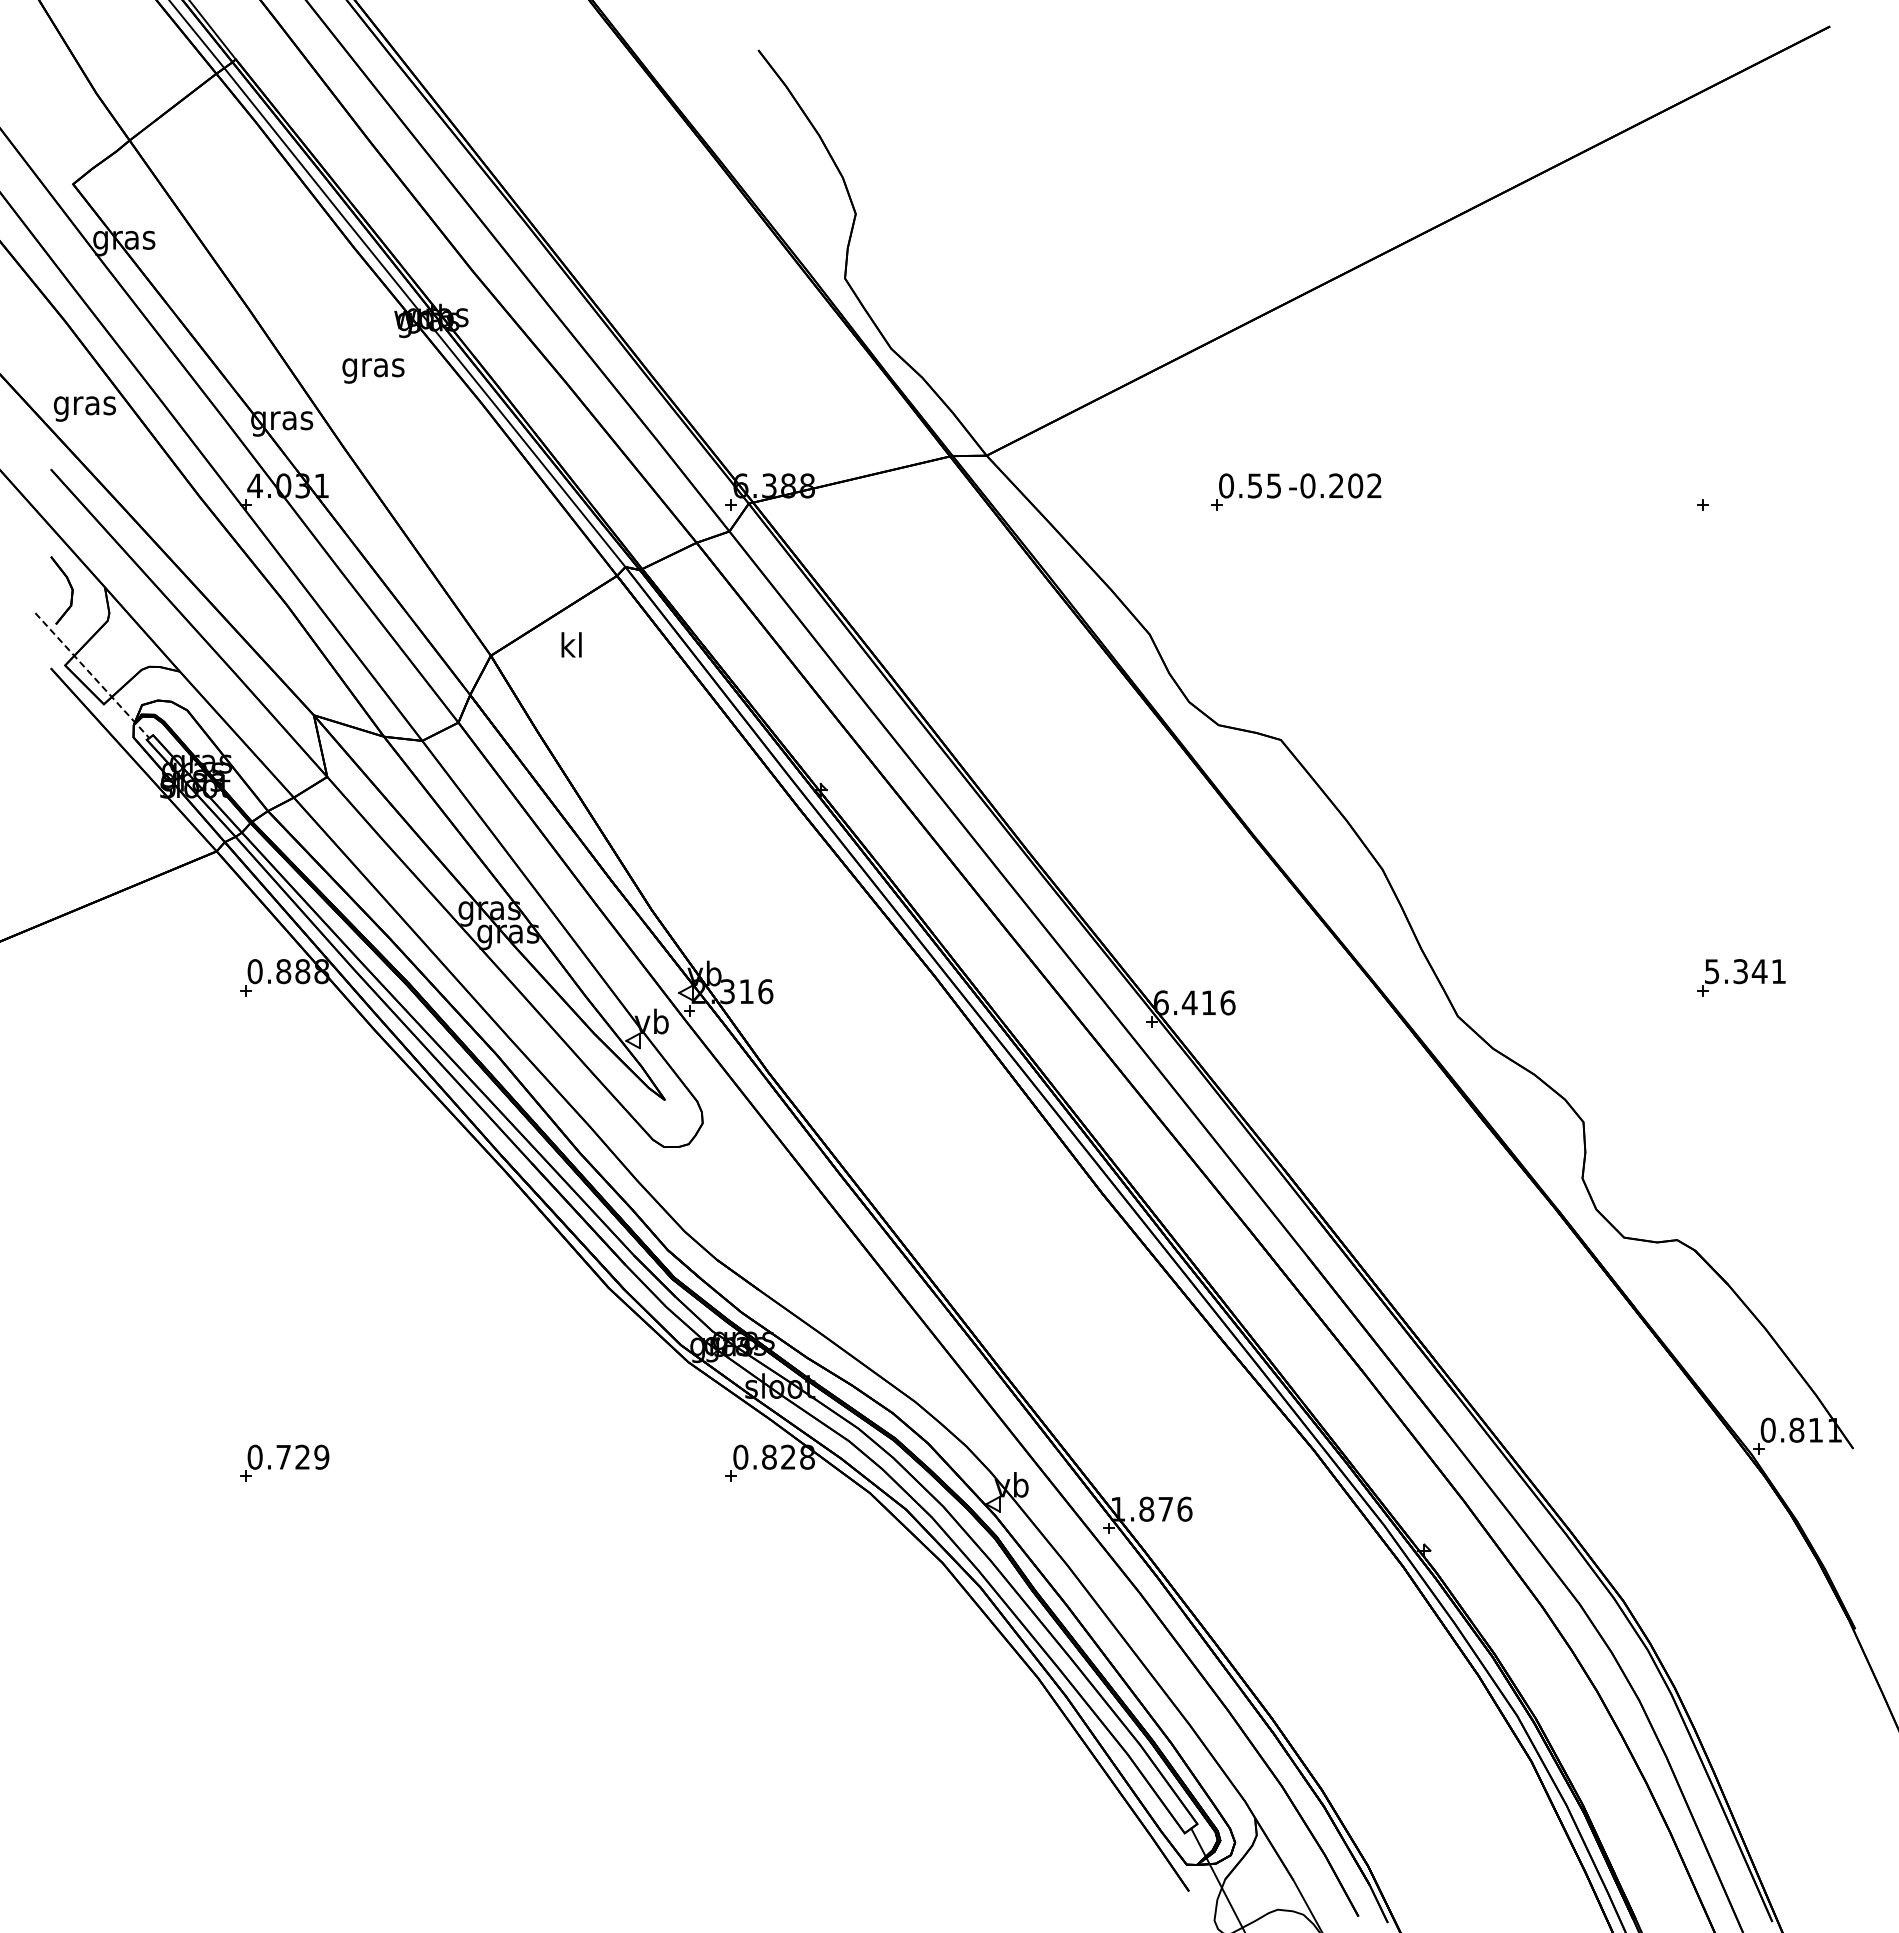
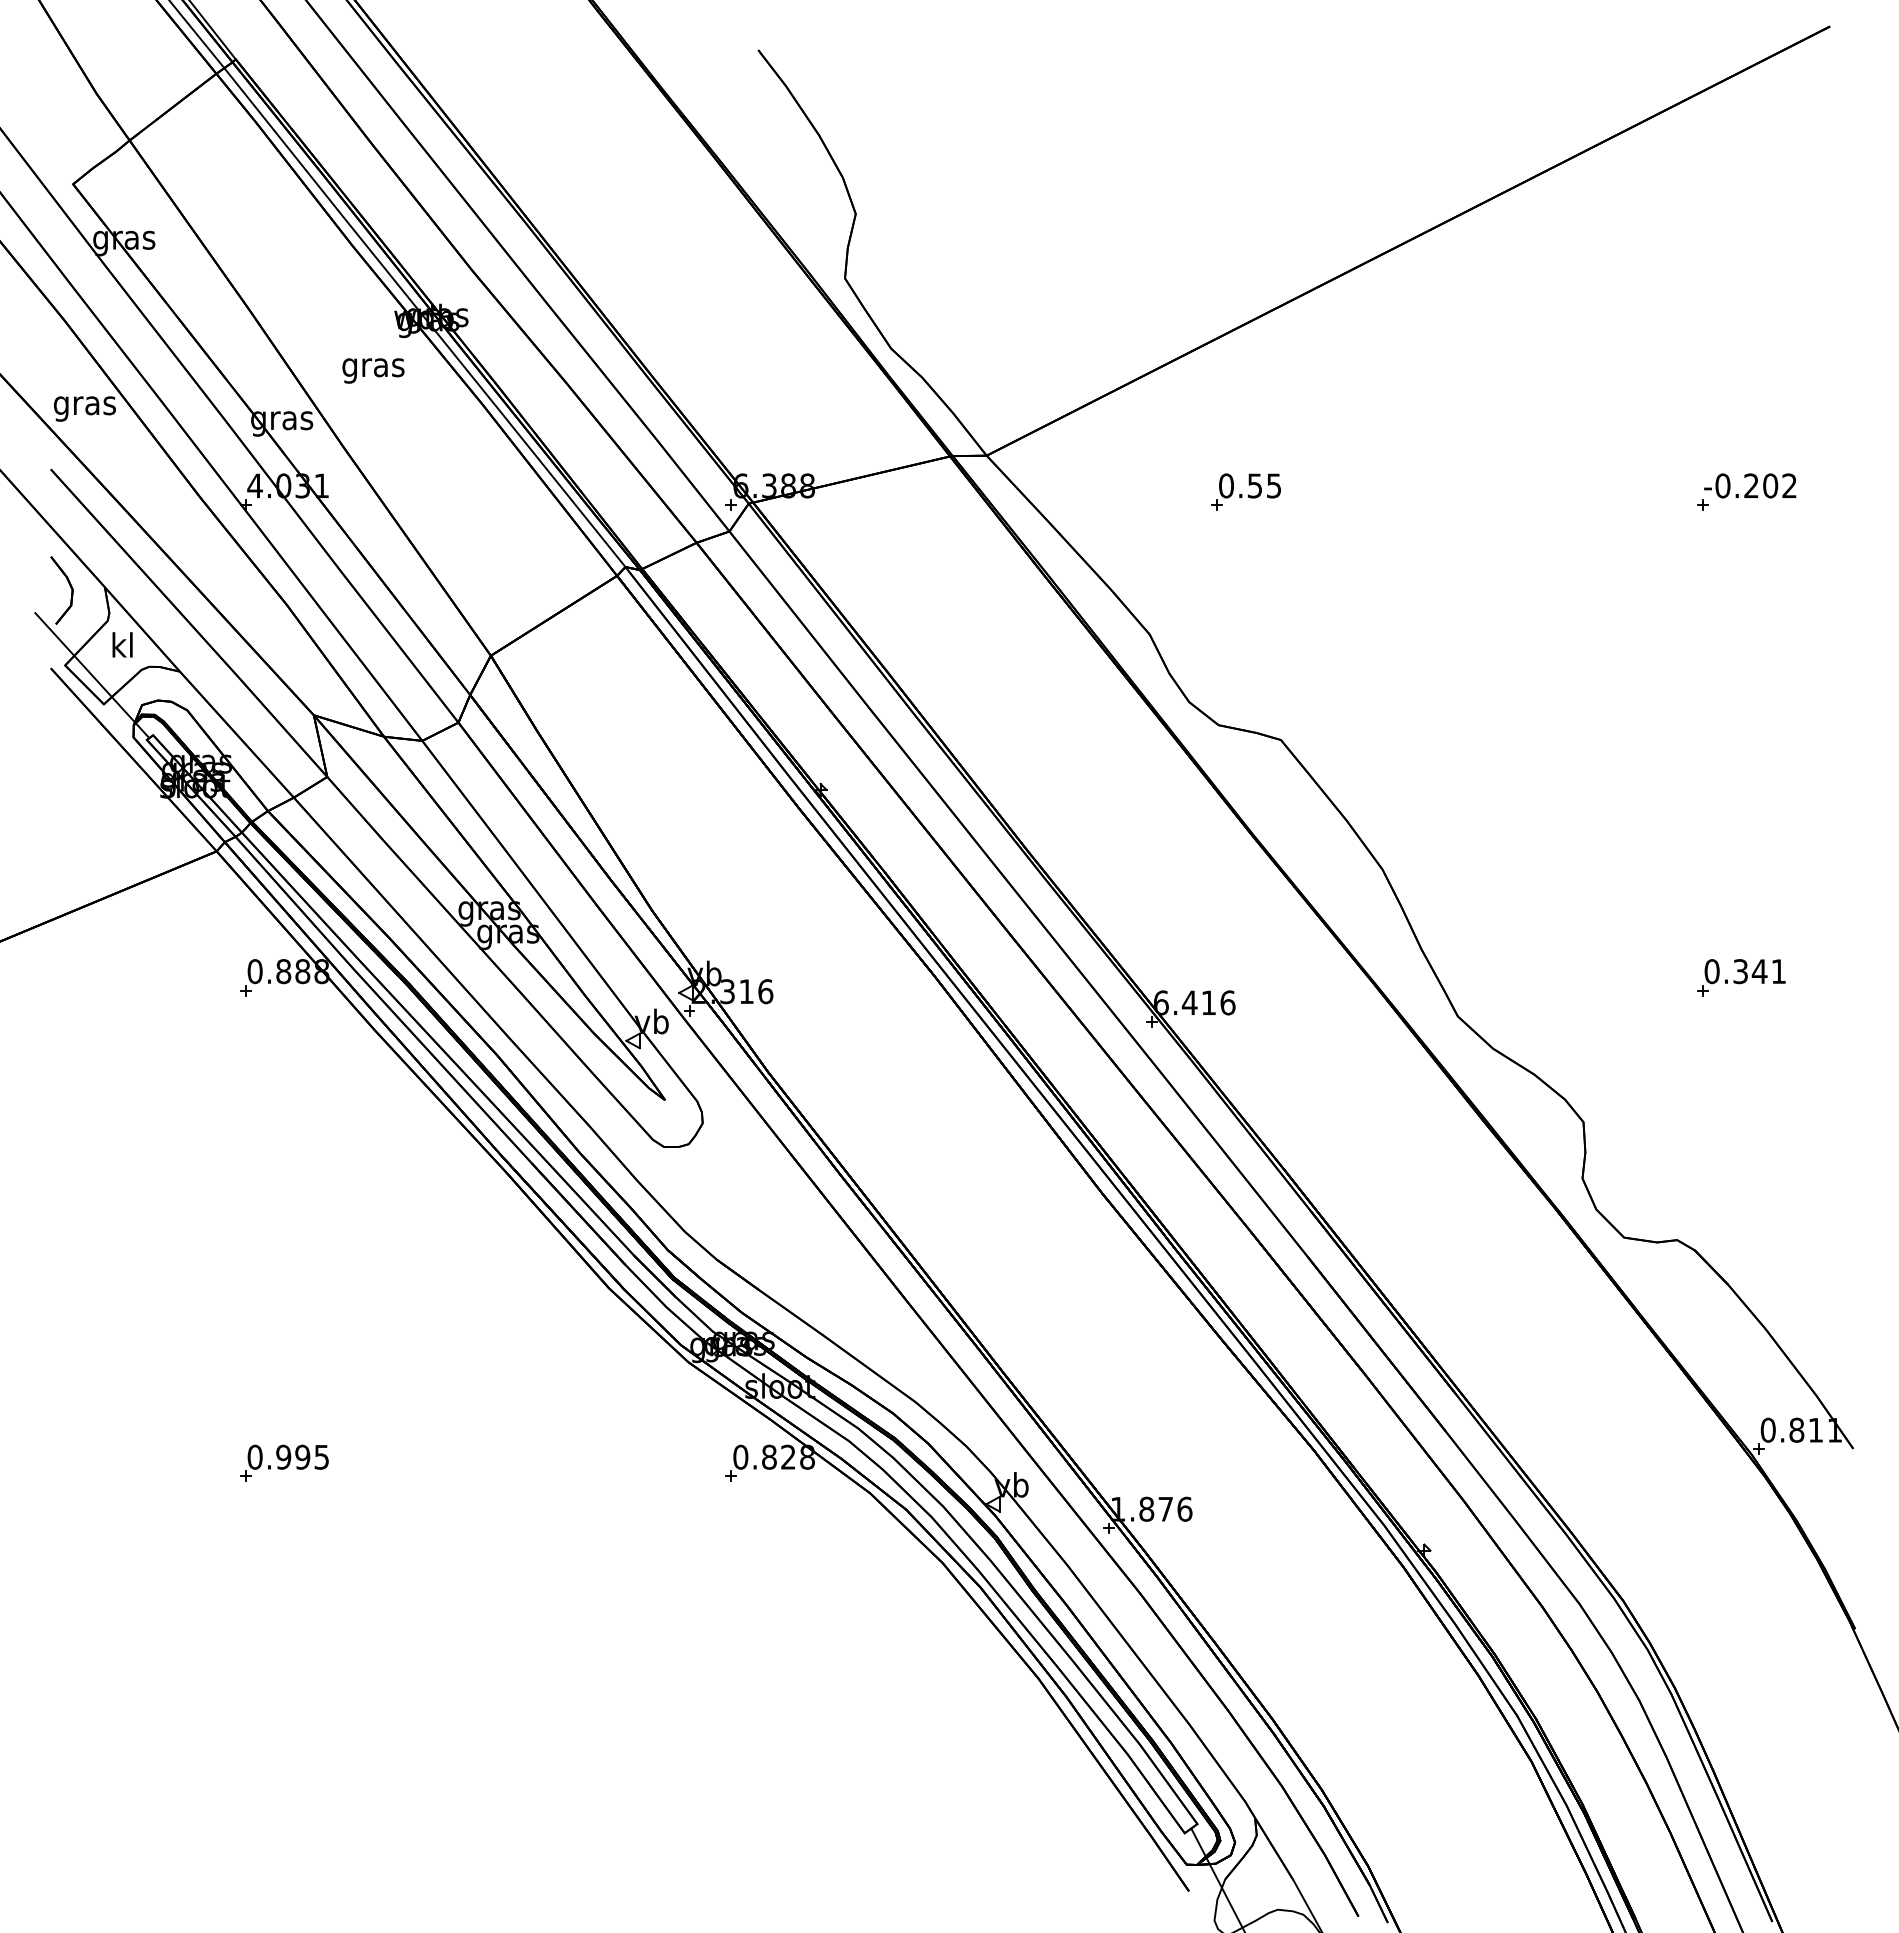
text at (1335, 485) position: (1335, 485) -> (1750, 485)
text at (571, 644) position: (571, 644) -> (122, 644)
line at (92, 675): dashed -> solid
text at (1711, 971): 5.341 -> 0.341
text at (302, 1456): 0.729 -> 0.995
